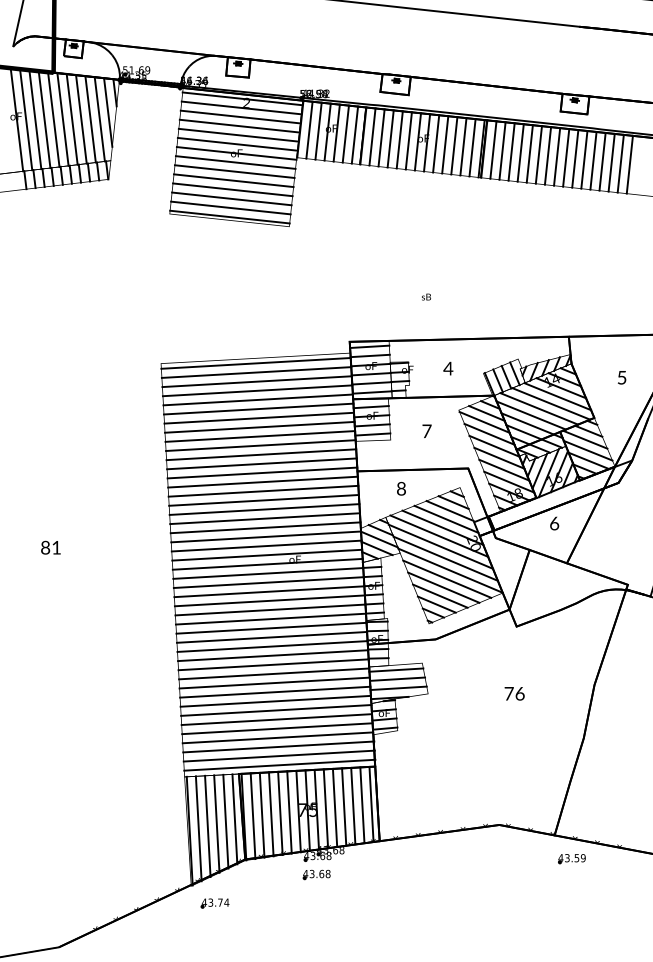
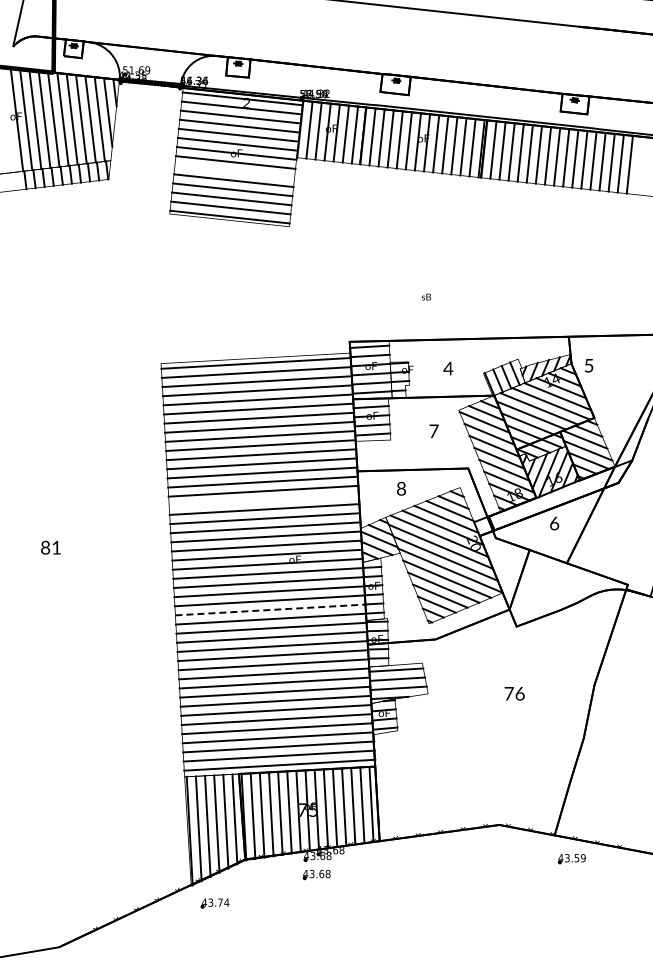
line at (234, 171): present -> none
text at (621, 377) position: (621, 377) -> (588, 365)
text at (426, 430) position: (426, 430) -> (433, 430)
line at (263, 499): present -> none
line at (270, 609): solid -> dashed
